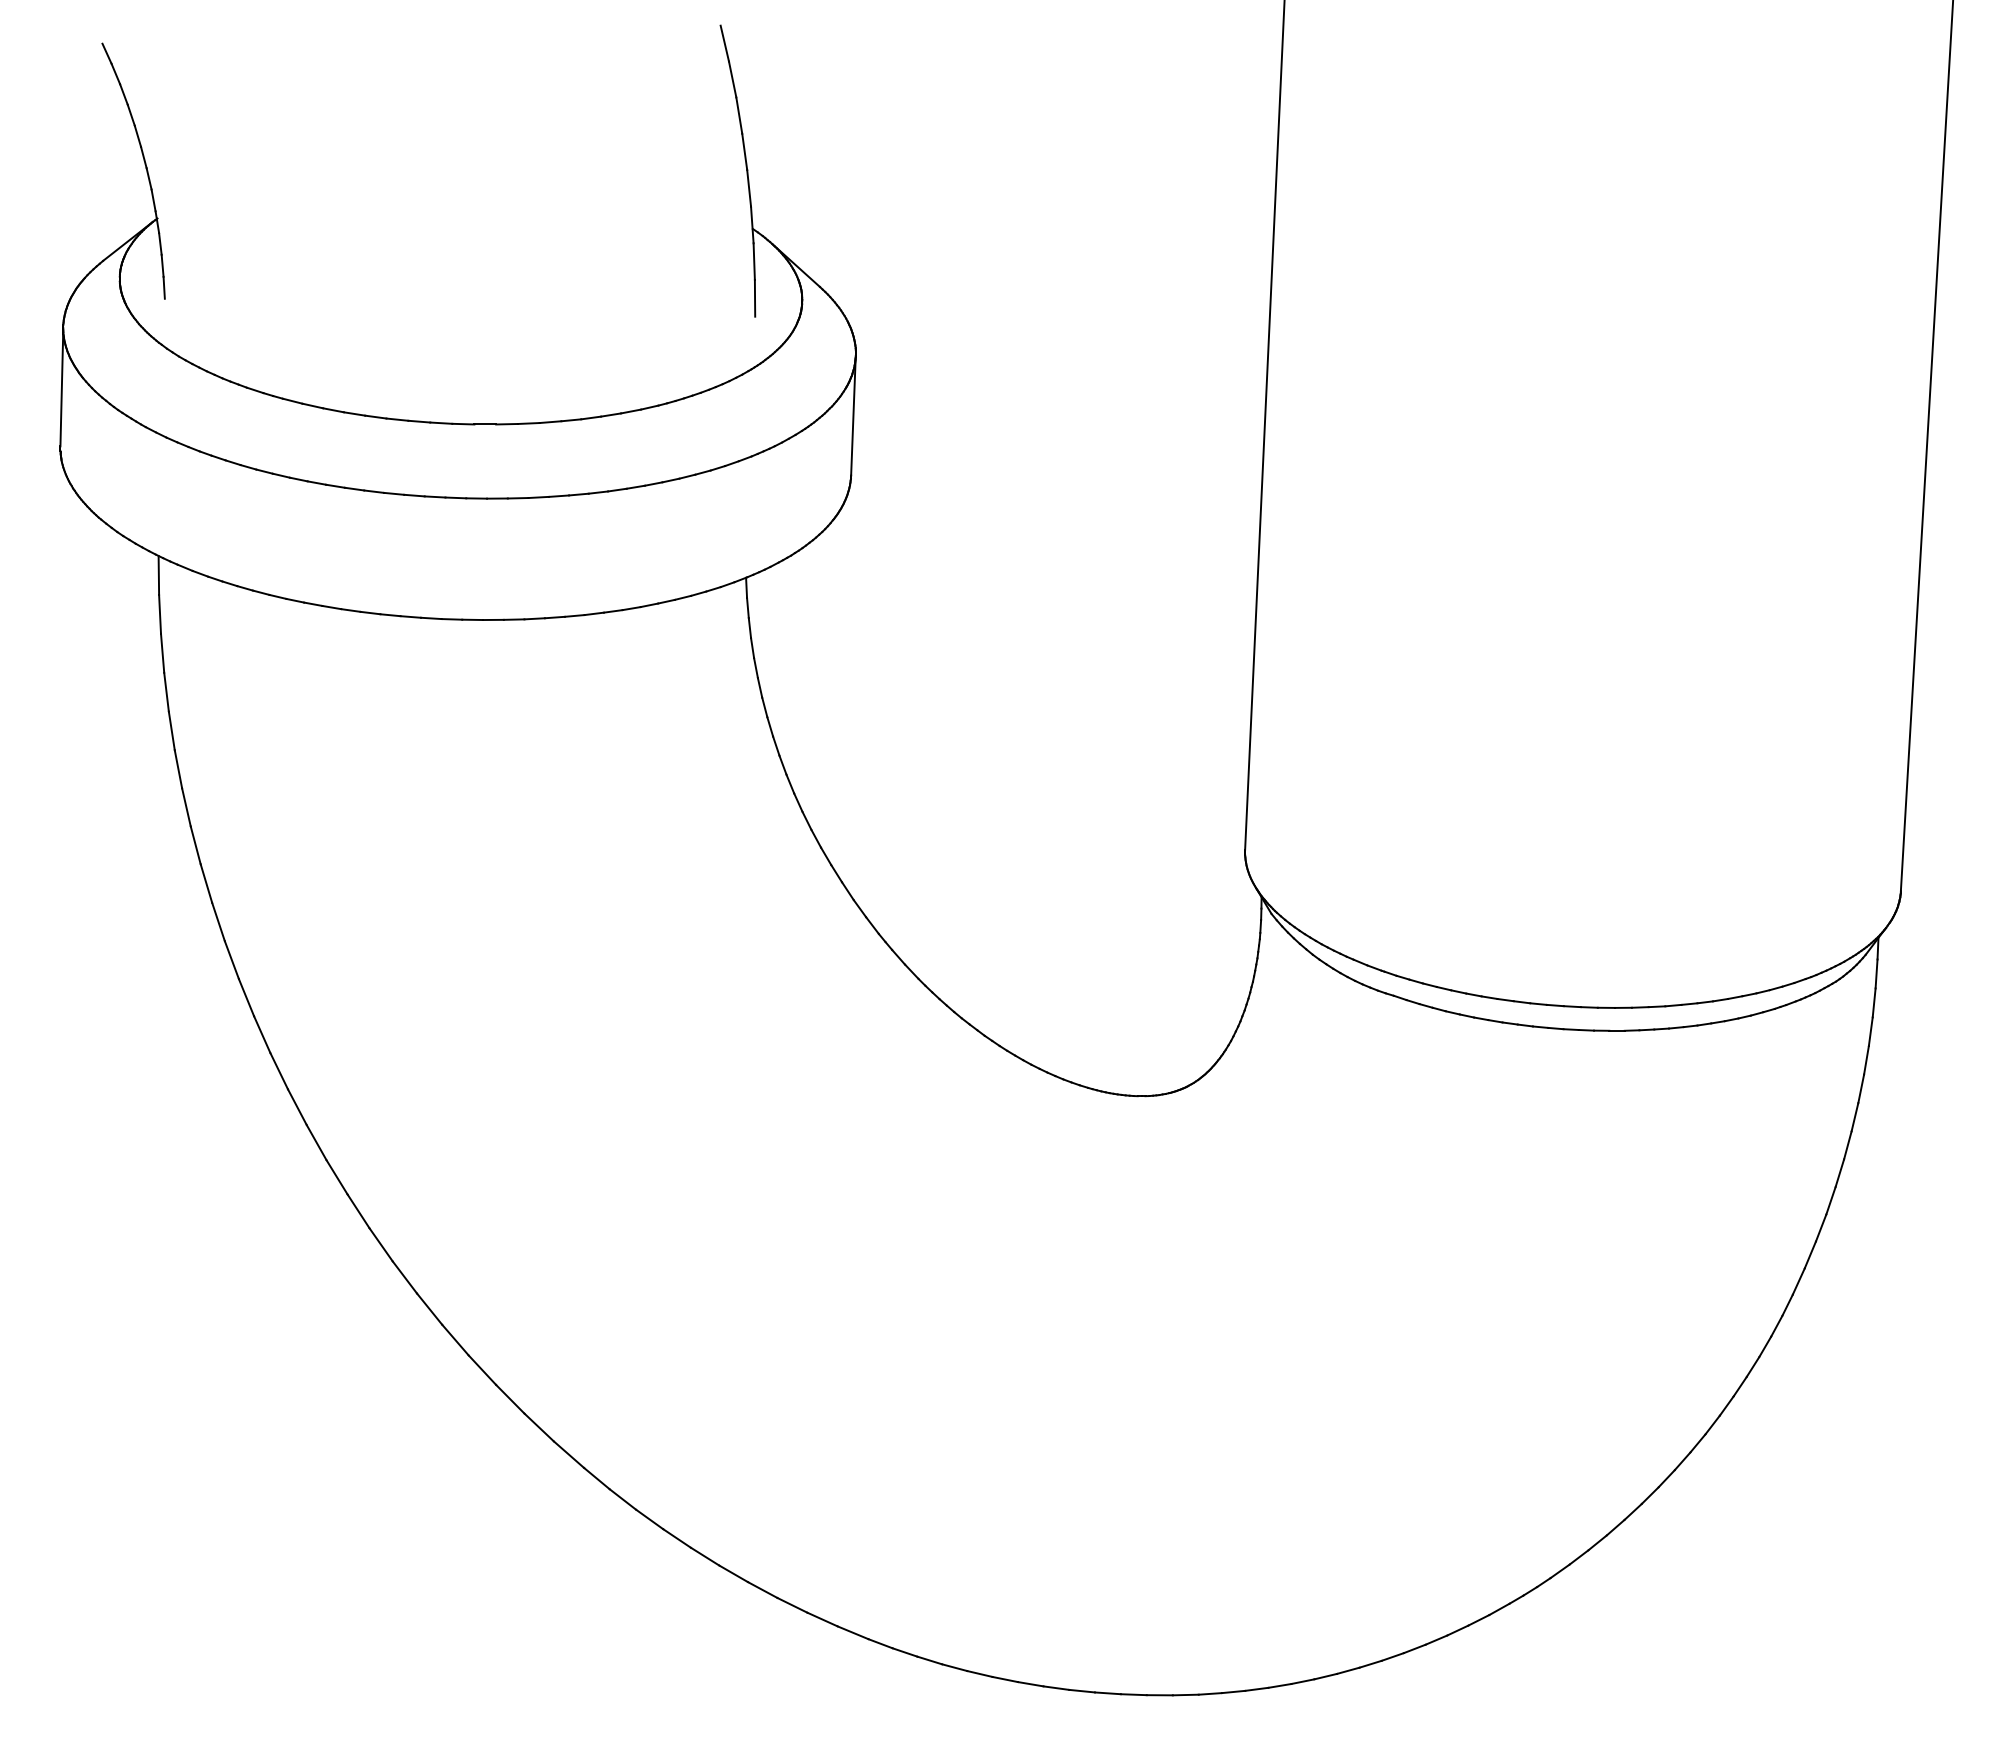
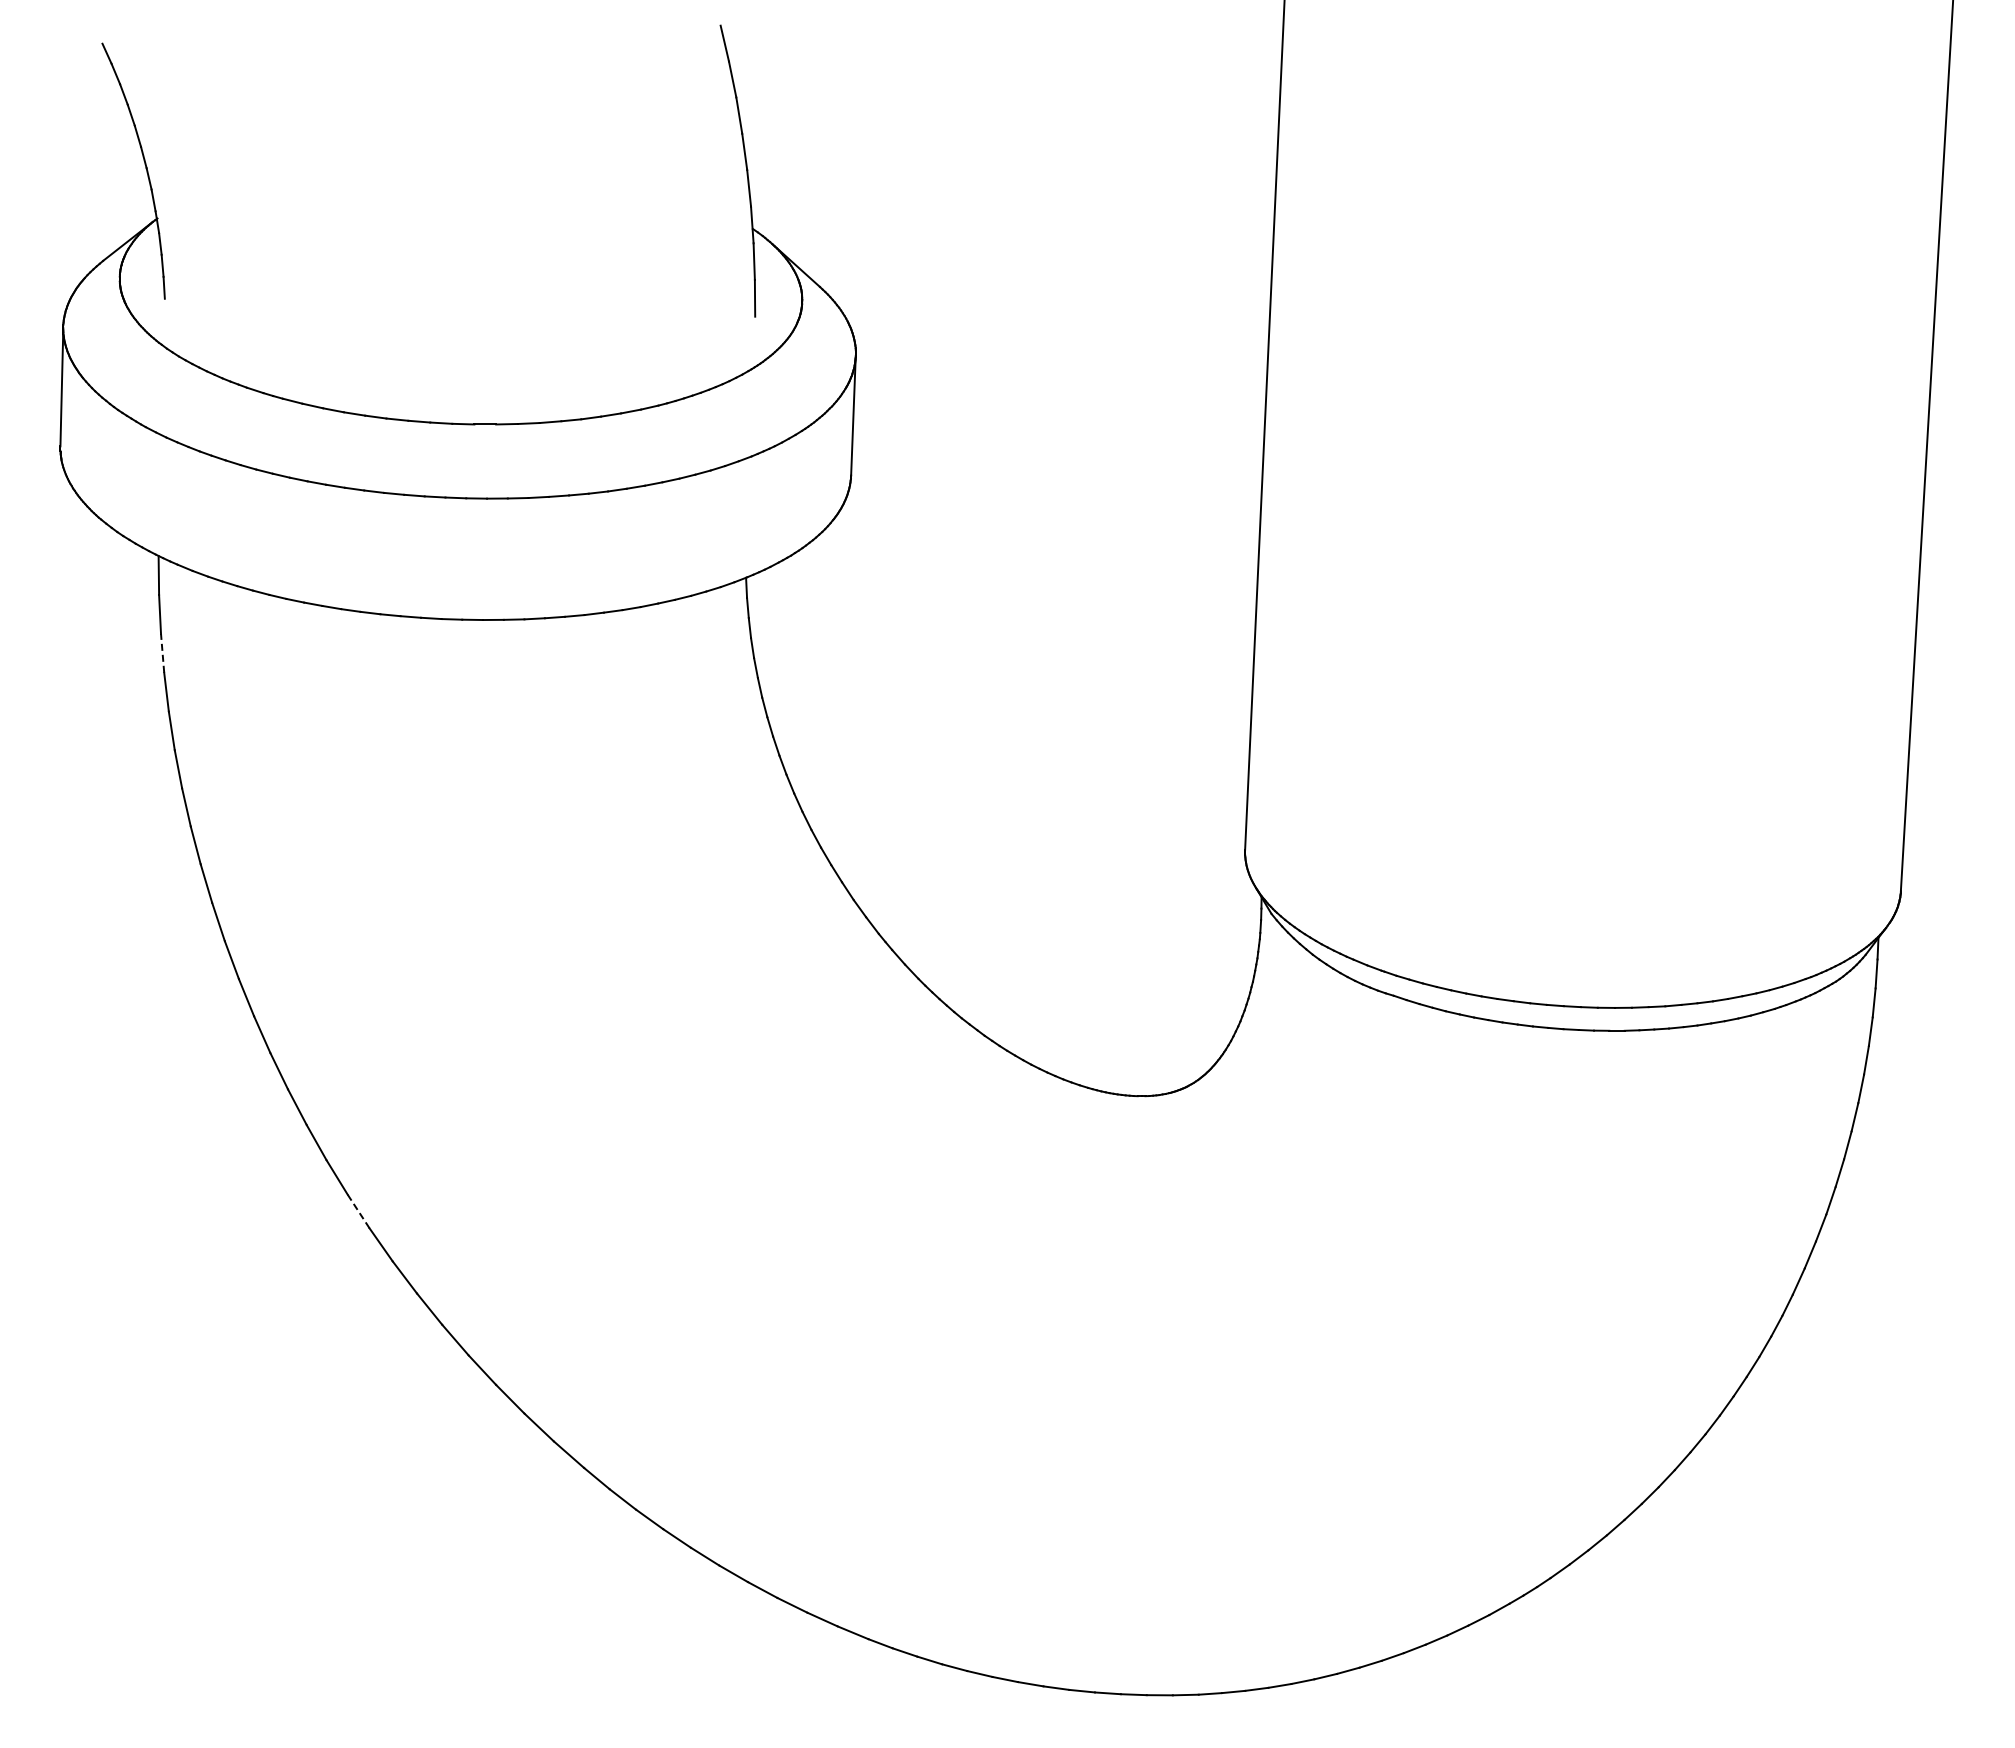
line at (162, 652): solid -> dashed
line at (358, 1210): solid -> dashed
